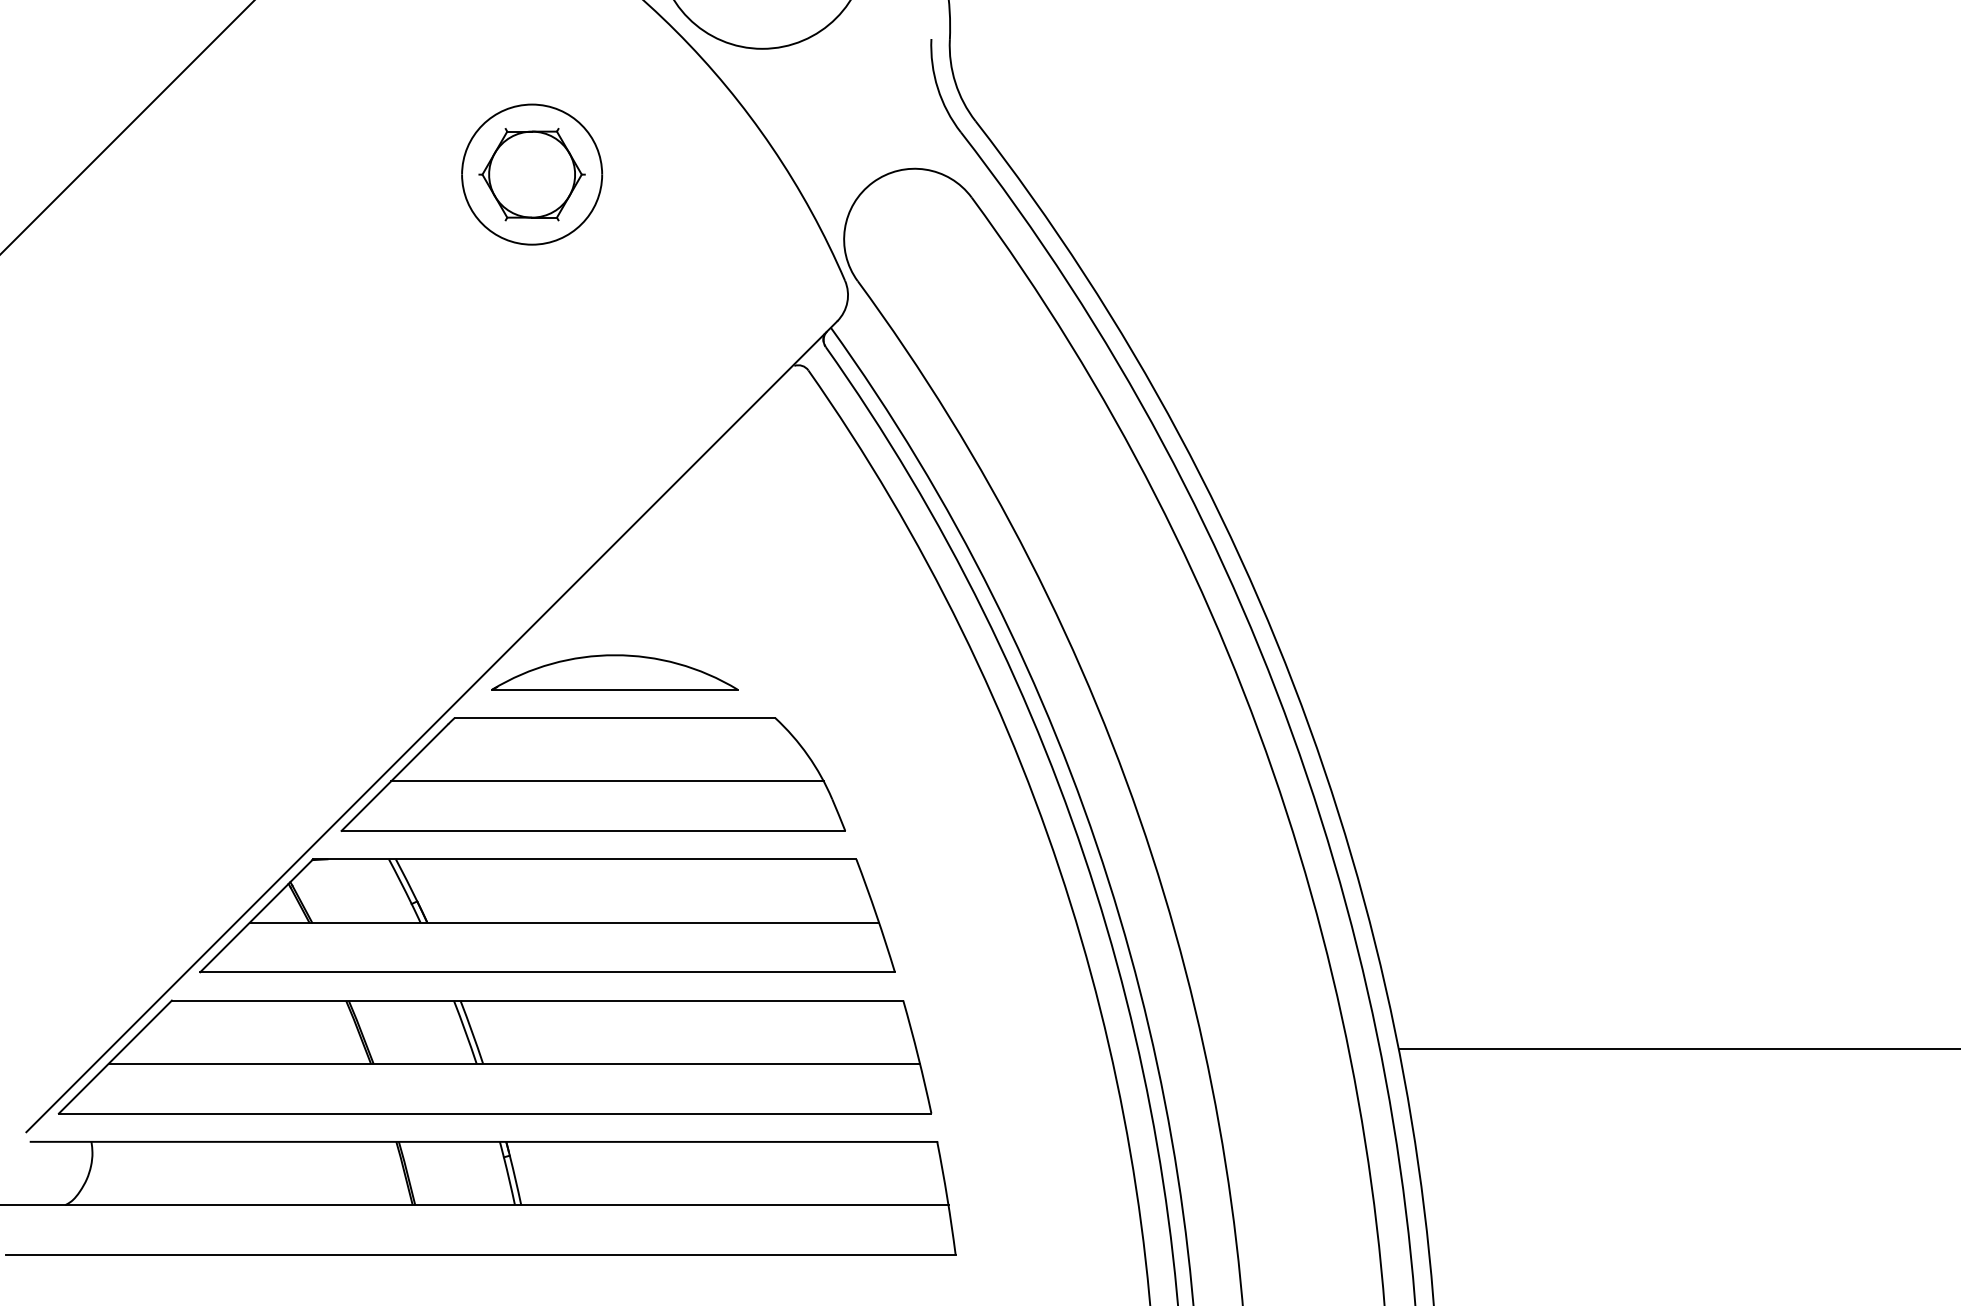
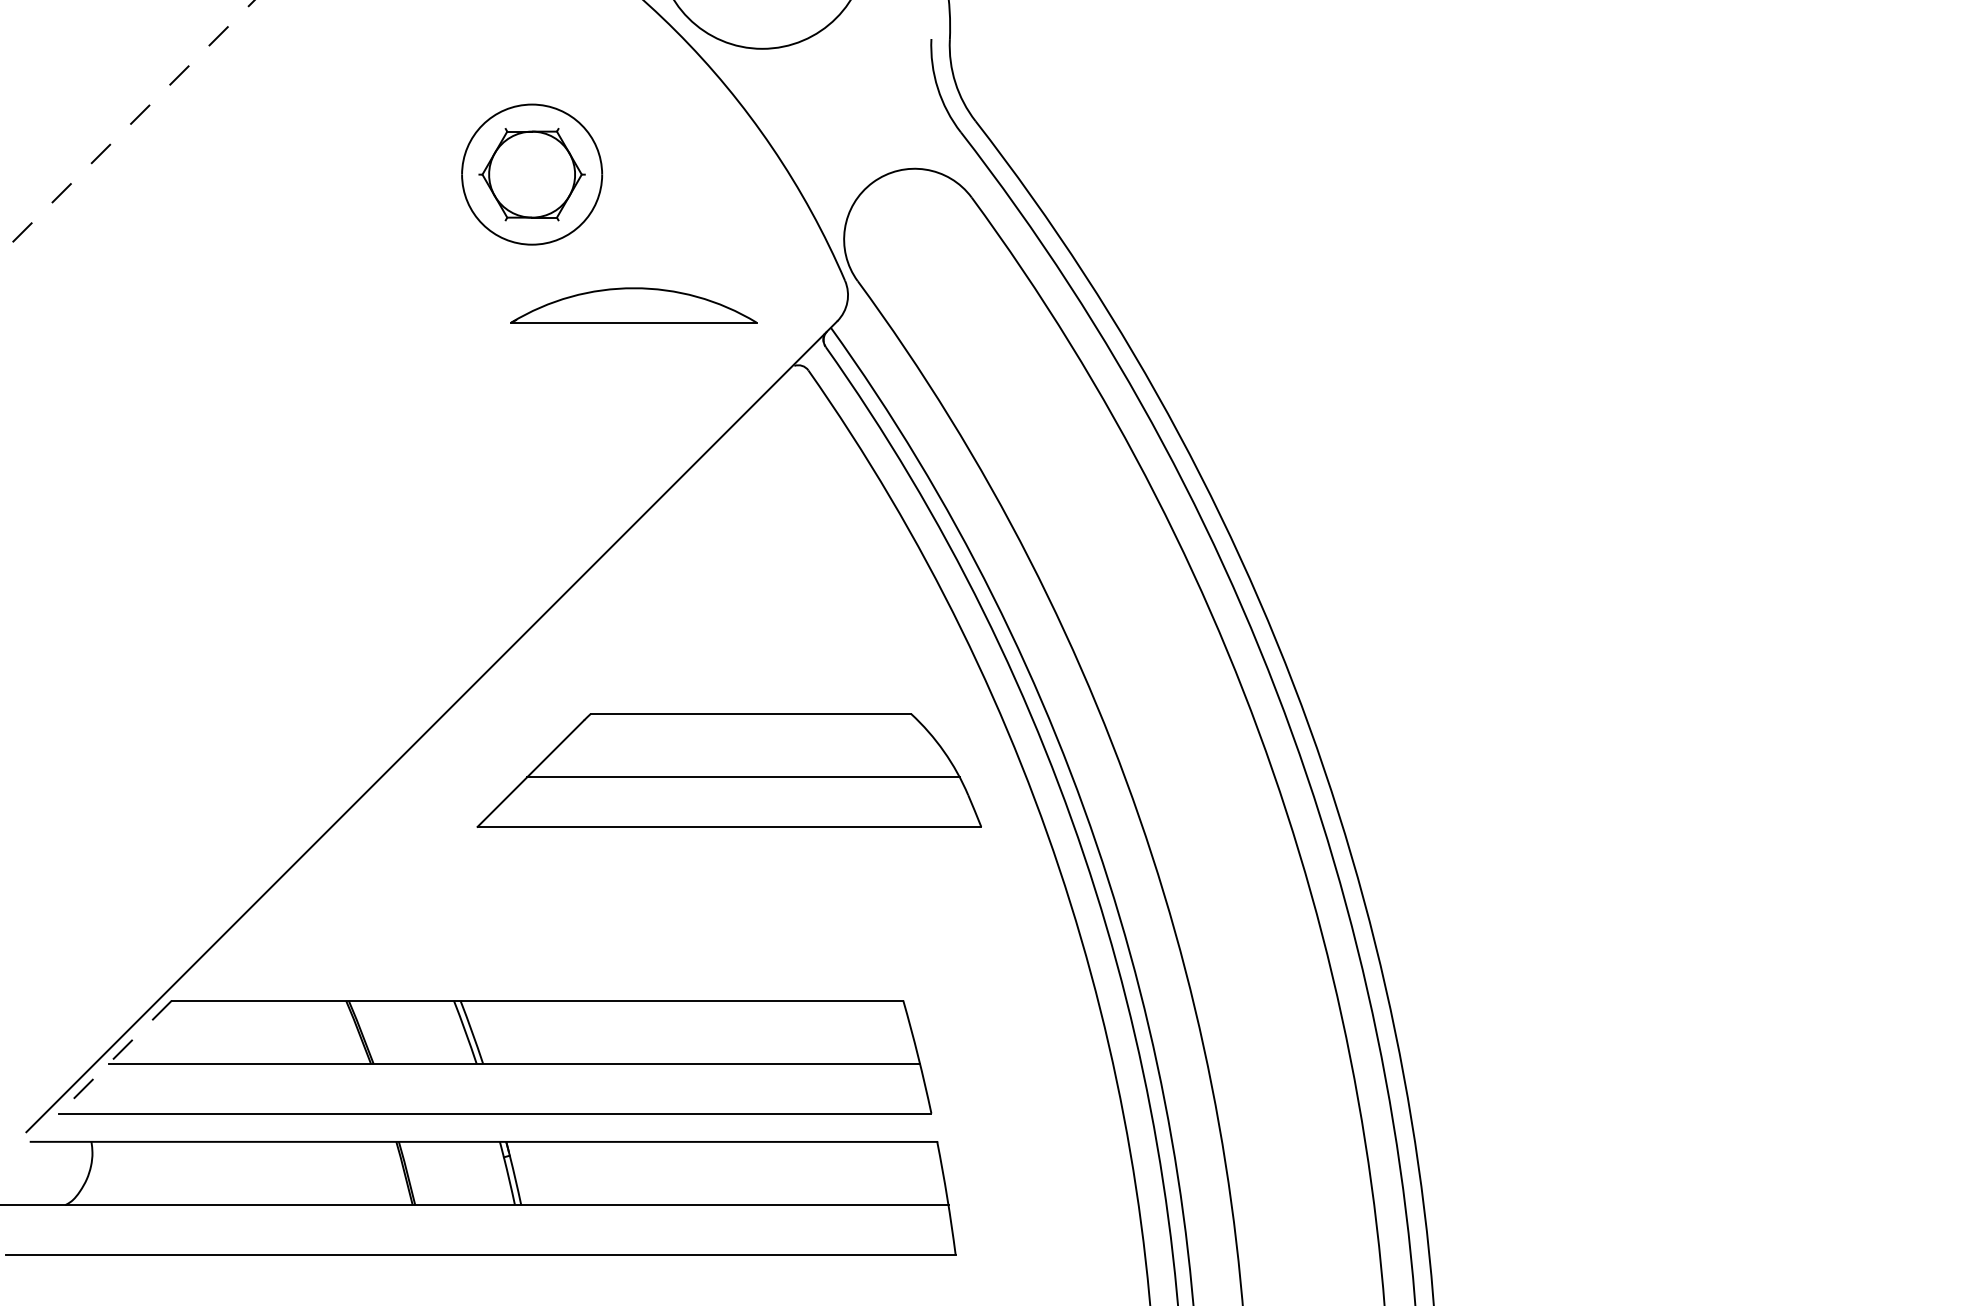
line at (127, 127): solid -> dashed
part at (614, 672) position: (614, 672) -> (633, 305)
part at (592, 774) position: (592, 774) -> (728, 770)
part at (547, 915): present -> none
line at (1677, 1048): present -> none
line at (115, 1057): solid -> dashed
